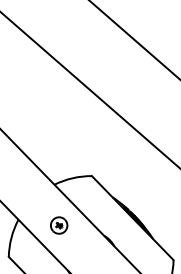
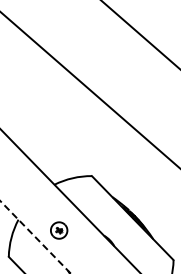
line at (134, 39) position: (134, 39) -> (140, 34)
part at (59, 225) position: (59, 225) -> (59, 230)
line at (35, 237): solid -> dashed
